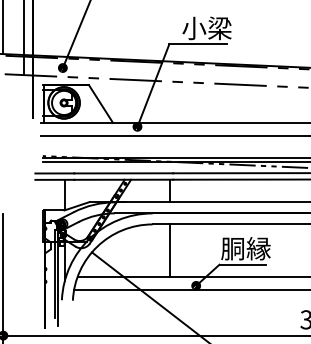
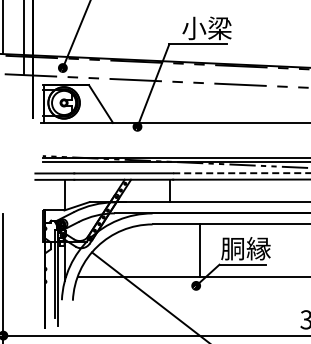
line at (173, 135): present -> none
line at (242, 173): solid -> dashed
line at (169, 250) position: (169, 250) -> (199, 250)
line at (190, 289): present -> none
